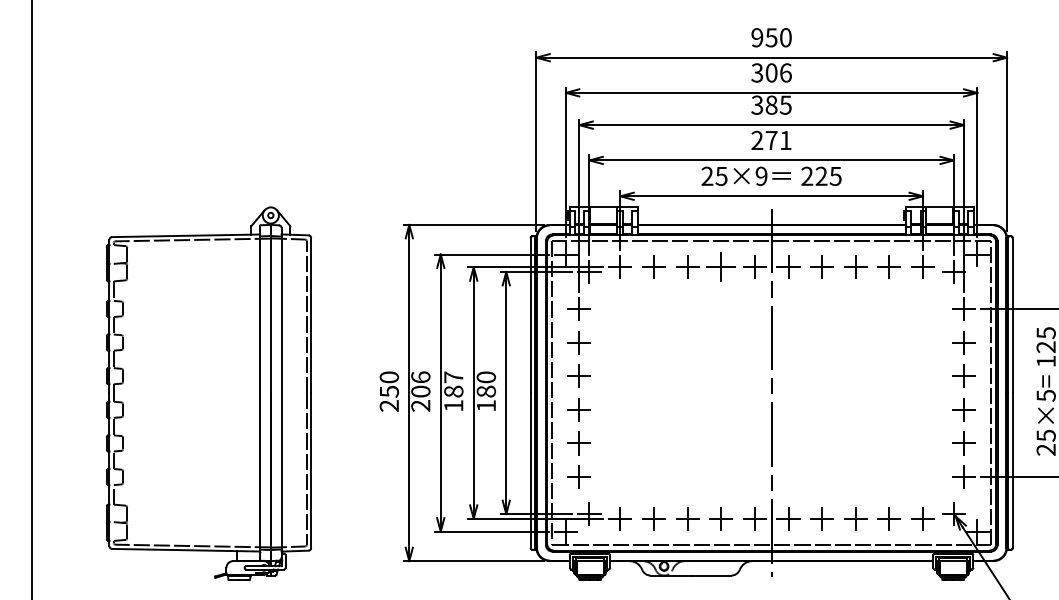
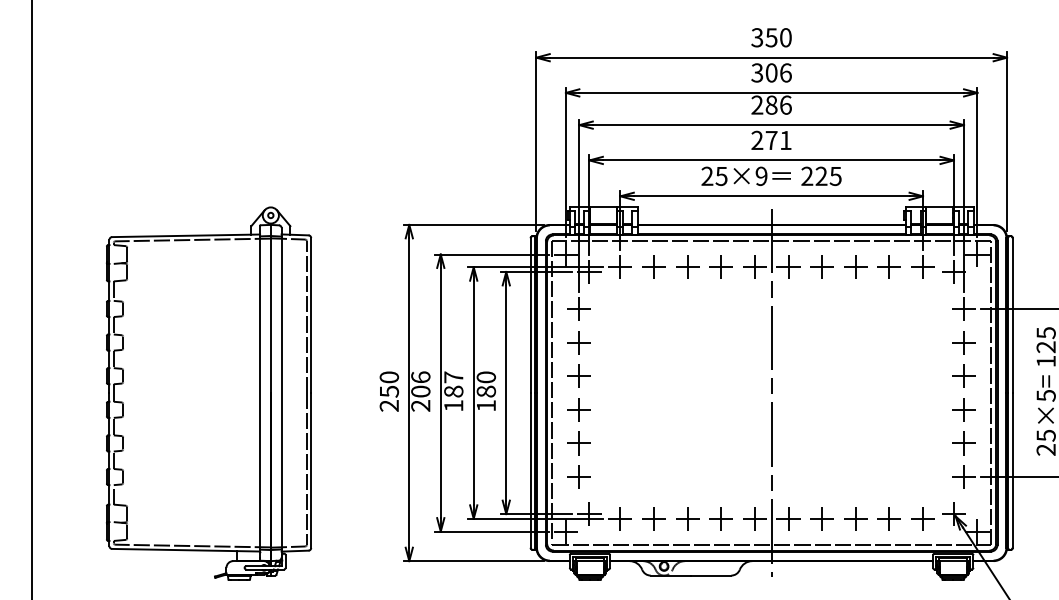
text at (757, 37): 950 -> 350
text at (771, 104): 385 -> 286
part at (720, 266) size: 30x30 px -> 24x24 px
